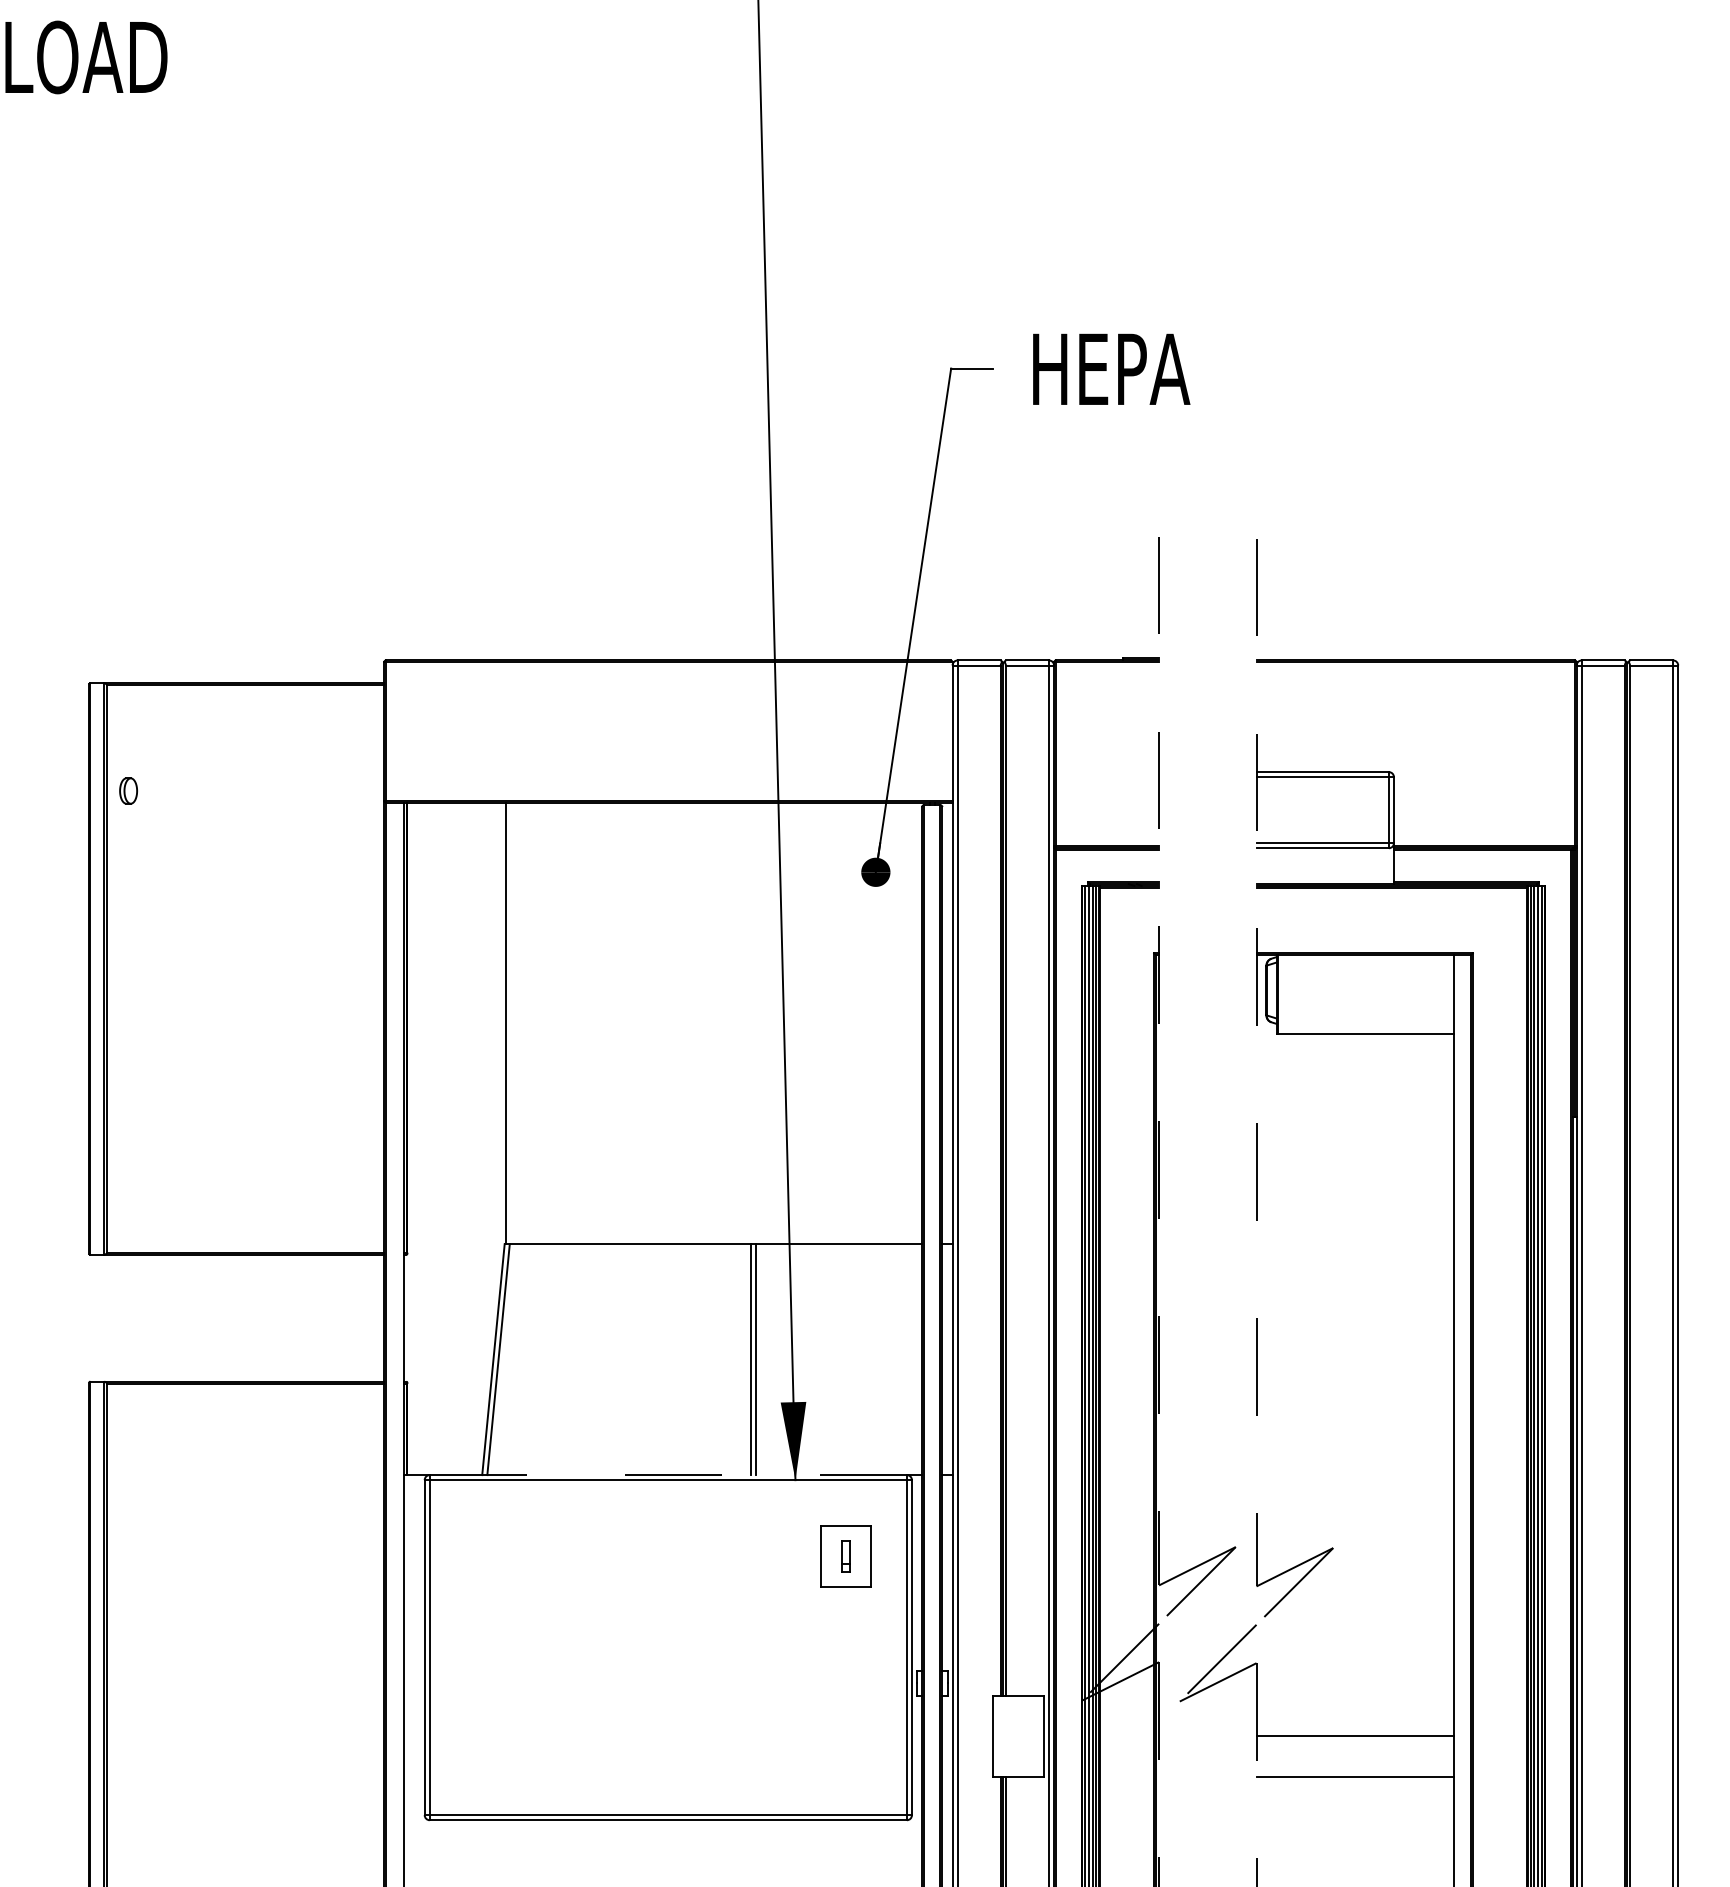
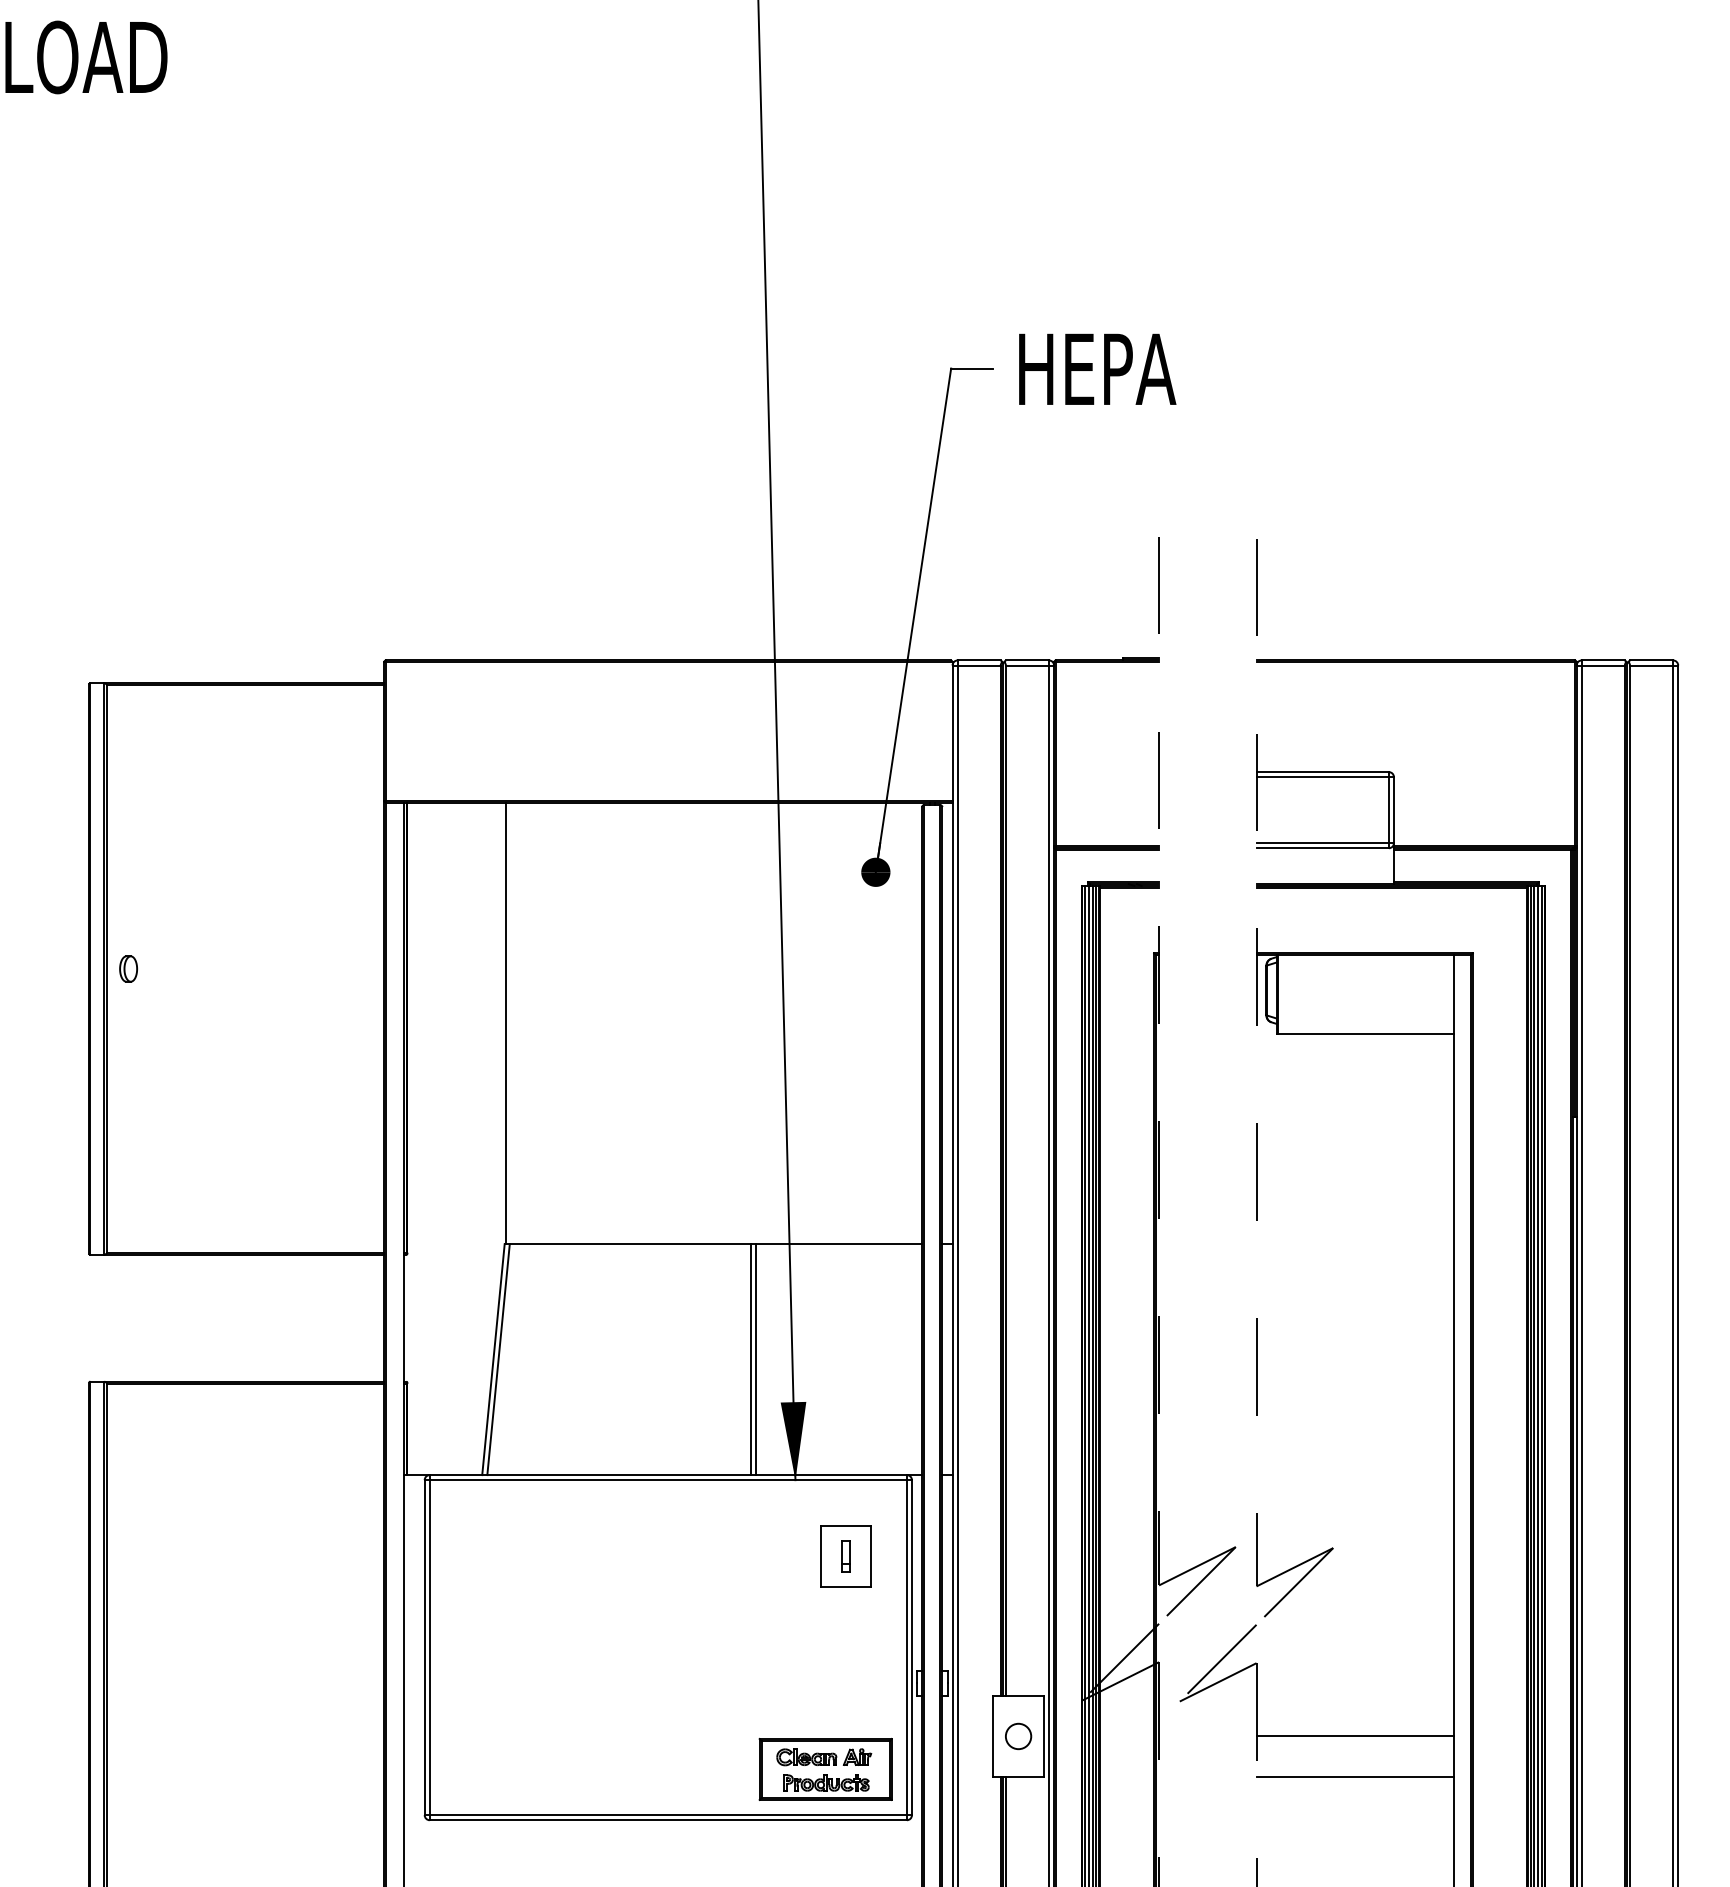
text at (1111, 368) position: (1111, 368) -> (1097, 368)
part at (128, 790) position: (128, 790) -> (128, 968)
line at (668, 1475): dashed -> solid
circle at (1018, 1736): none -> present
part at (825, 1769): none -> present
